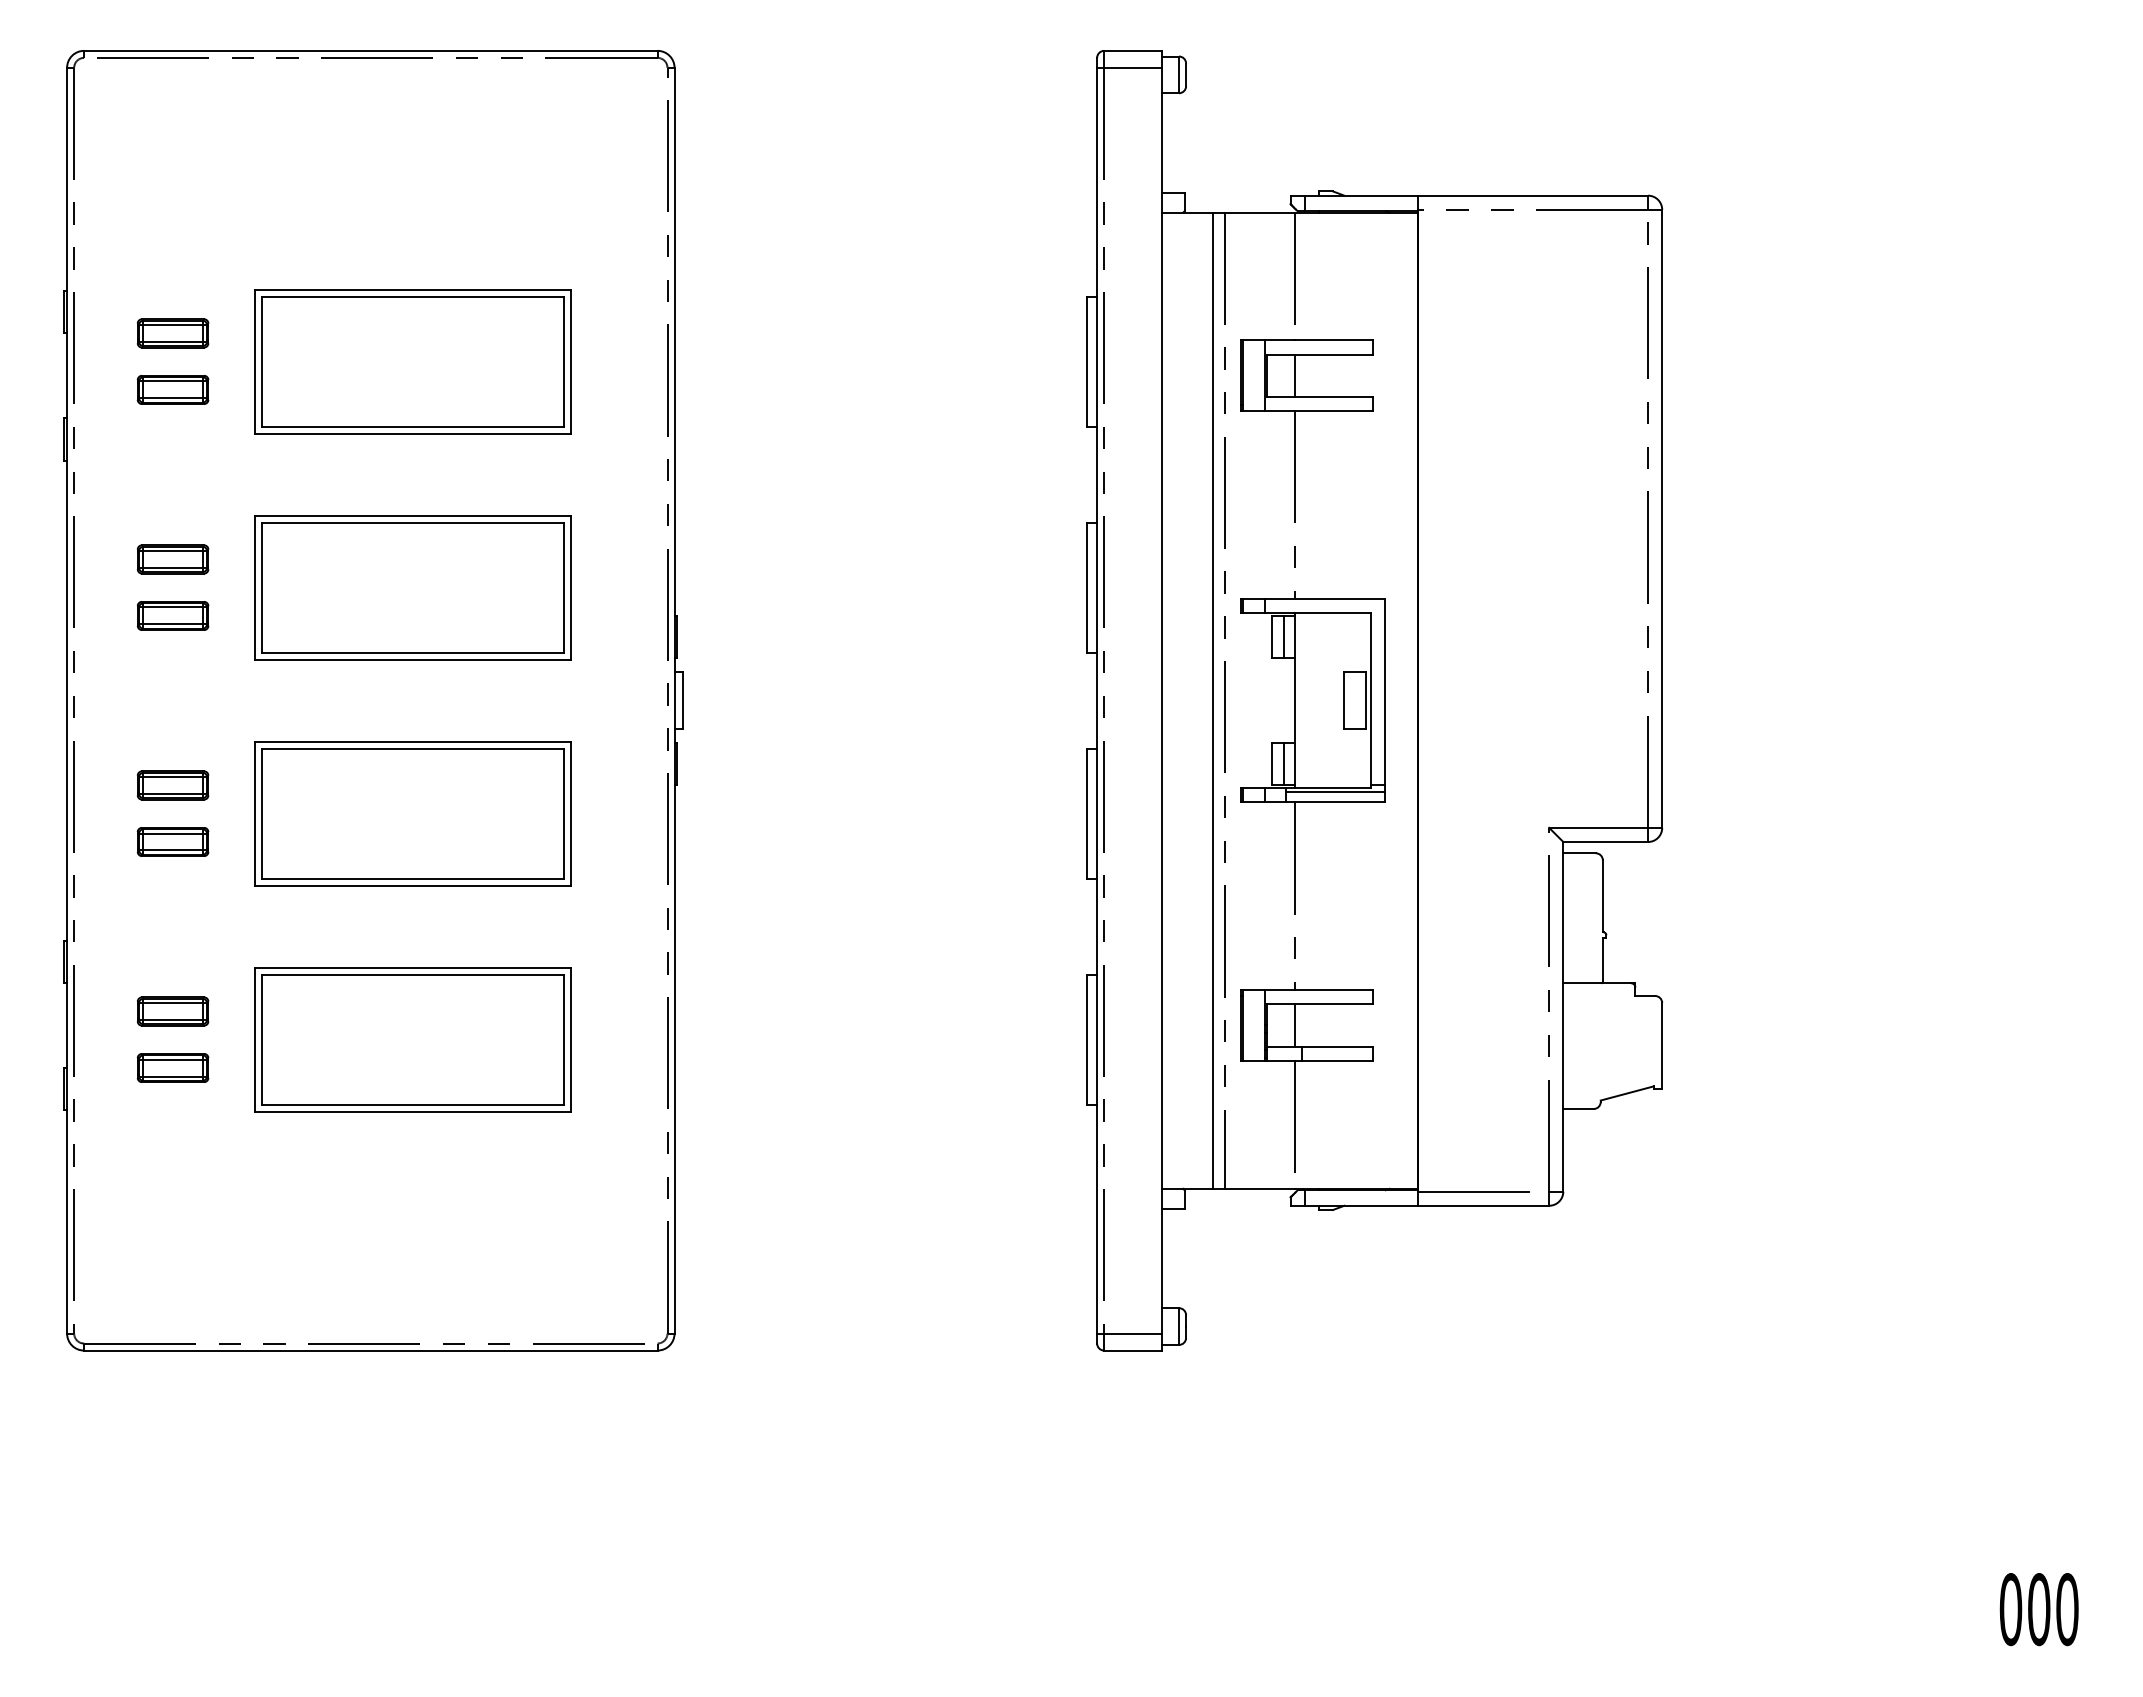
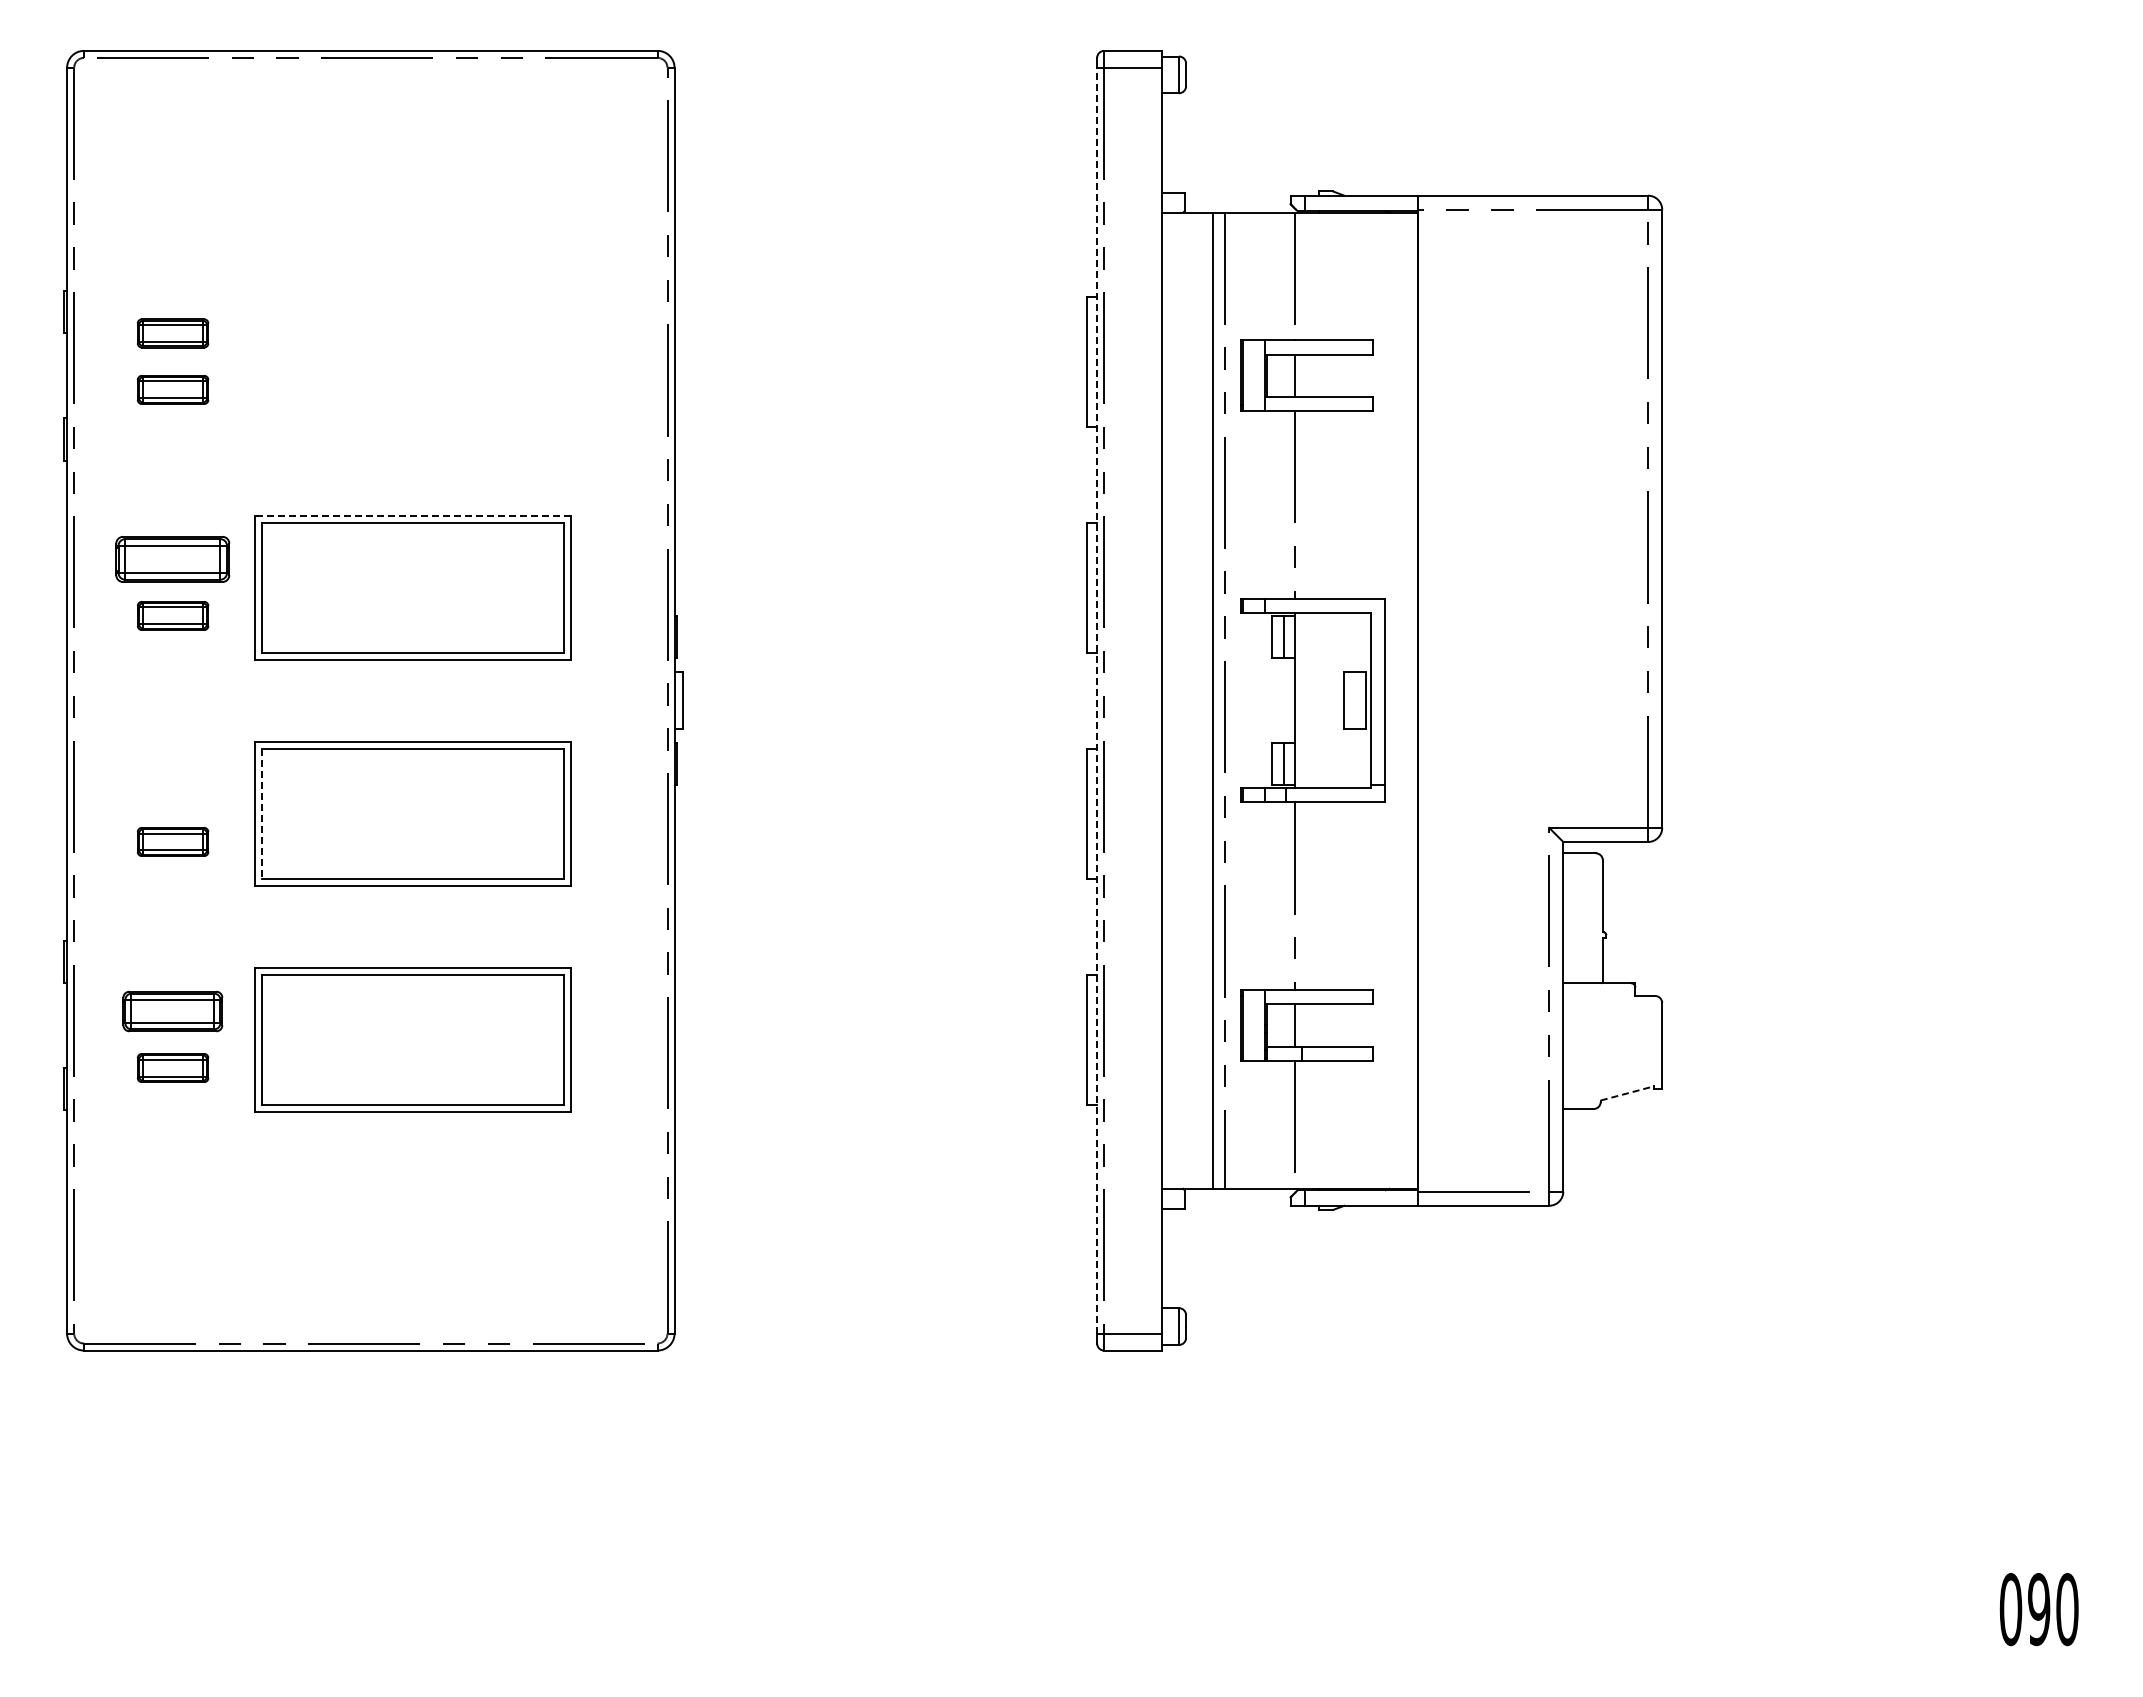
part at (412, 361): present -> none
line at (412, 515): solid -> dashed
part at (173, 559) size: 73x31 px -> 116x47 px
line at (1097, 700): solid -> dashed
part at (173, 785): present -> none
line at (1335, 791): present -> none
line at (262, 813): solid -> dashed
part at (173, 1011) size: 73x31 px -> 102x43 px
line at (1627, 1093): solid -> dashed
text at (2039, 1609): 000 -> 090
